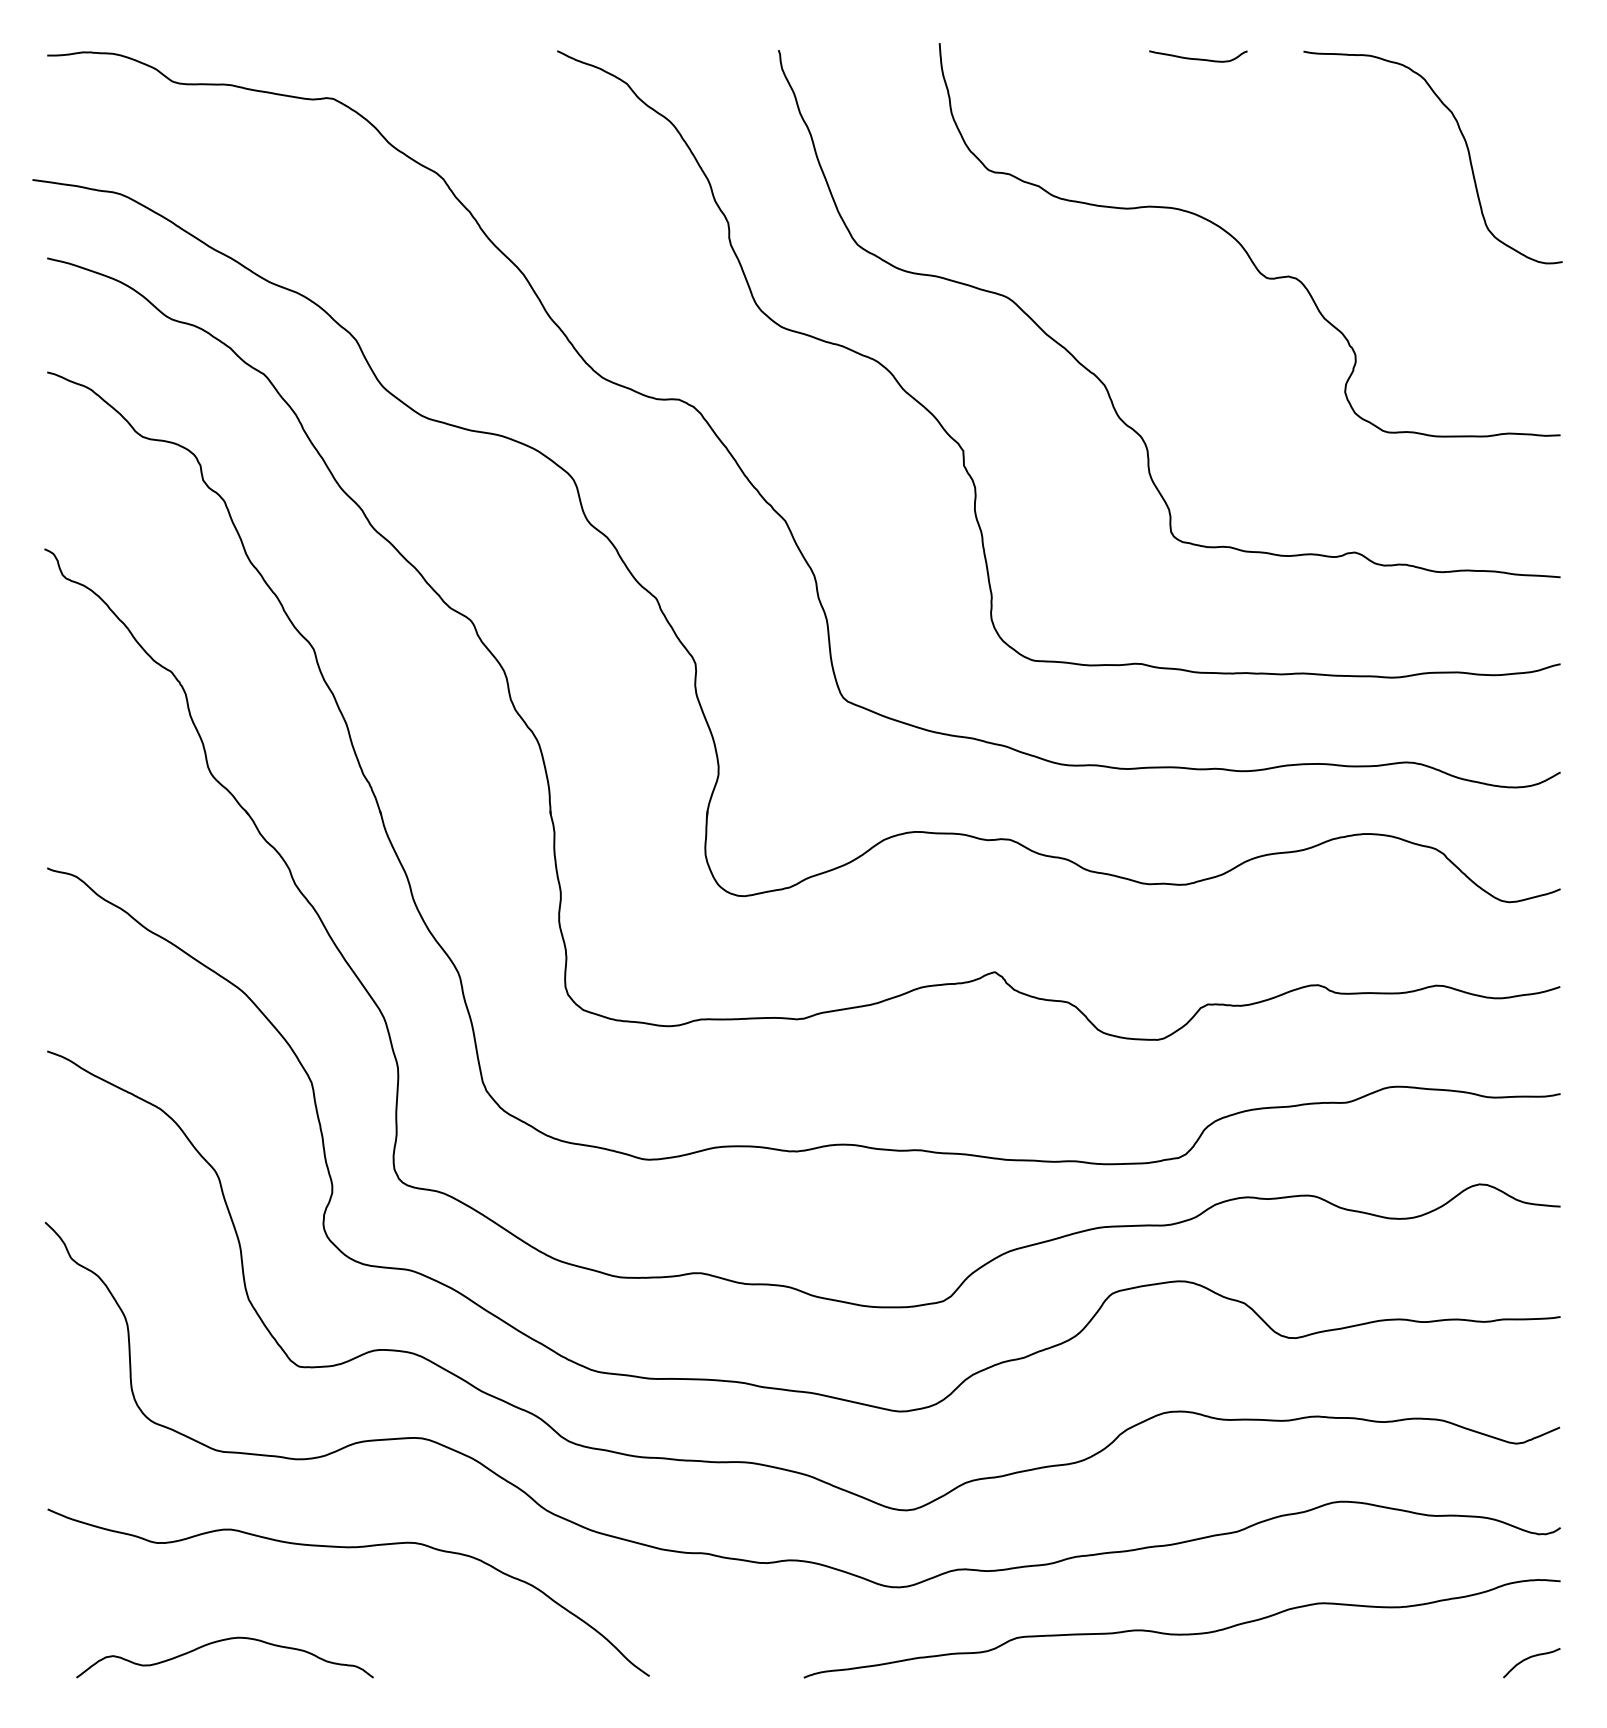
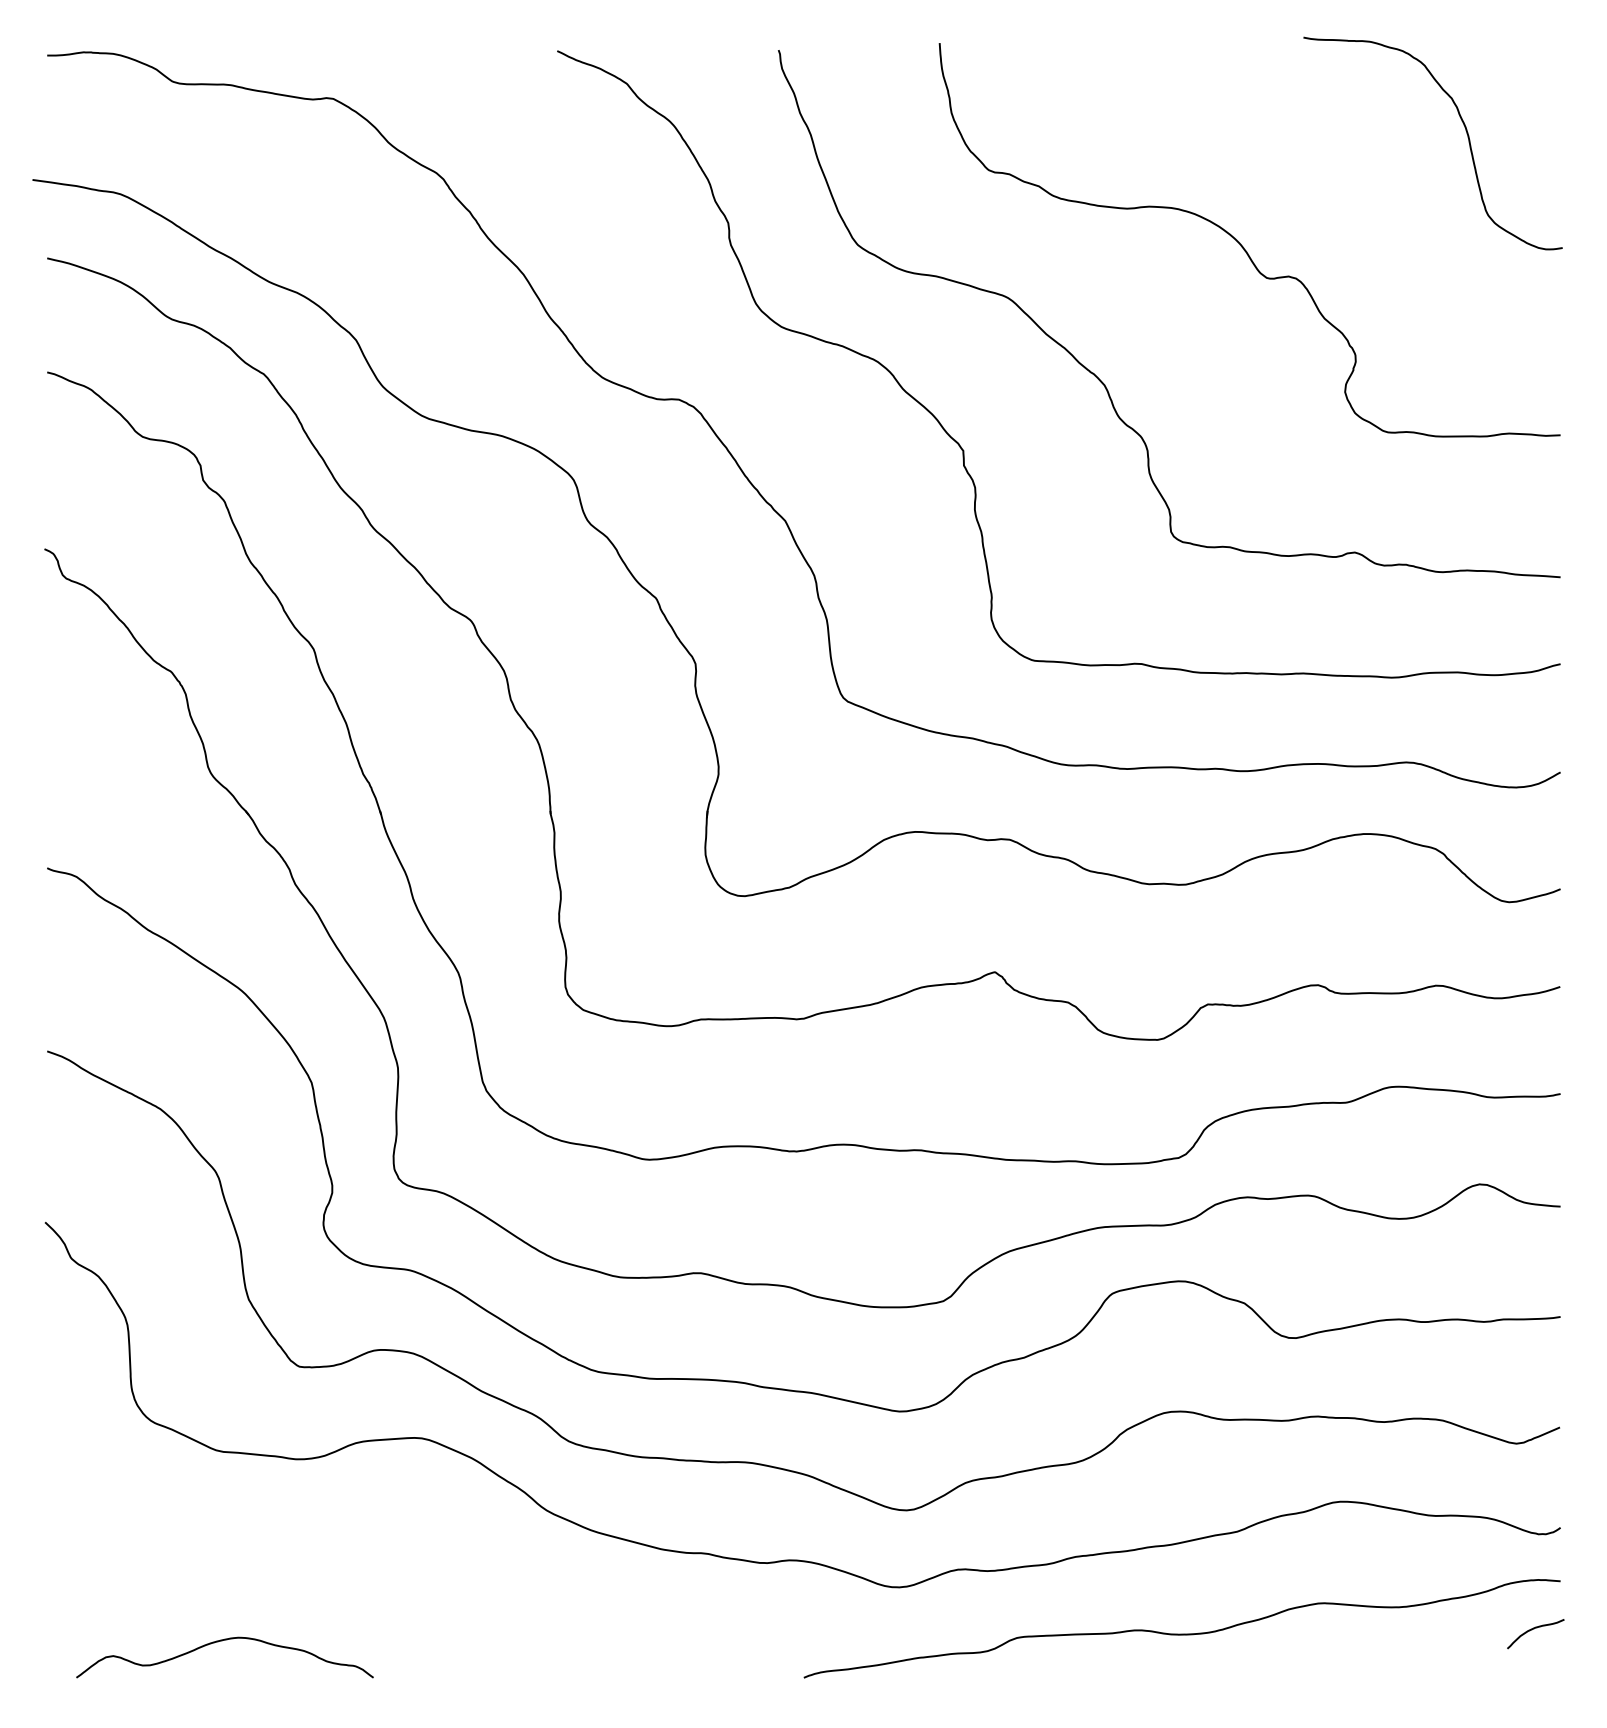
curve at (1198, 58): present -> none
curve at (1466, 148) position: (1466, 148) -> (1466, 134)
curve at (348, 1548): present -> none
curve at (1528, 1659) position: (1528, 1659) -> (1532, 1630)
